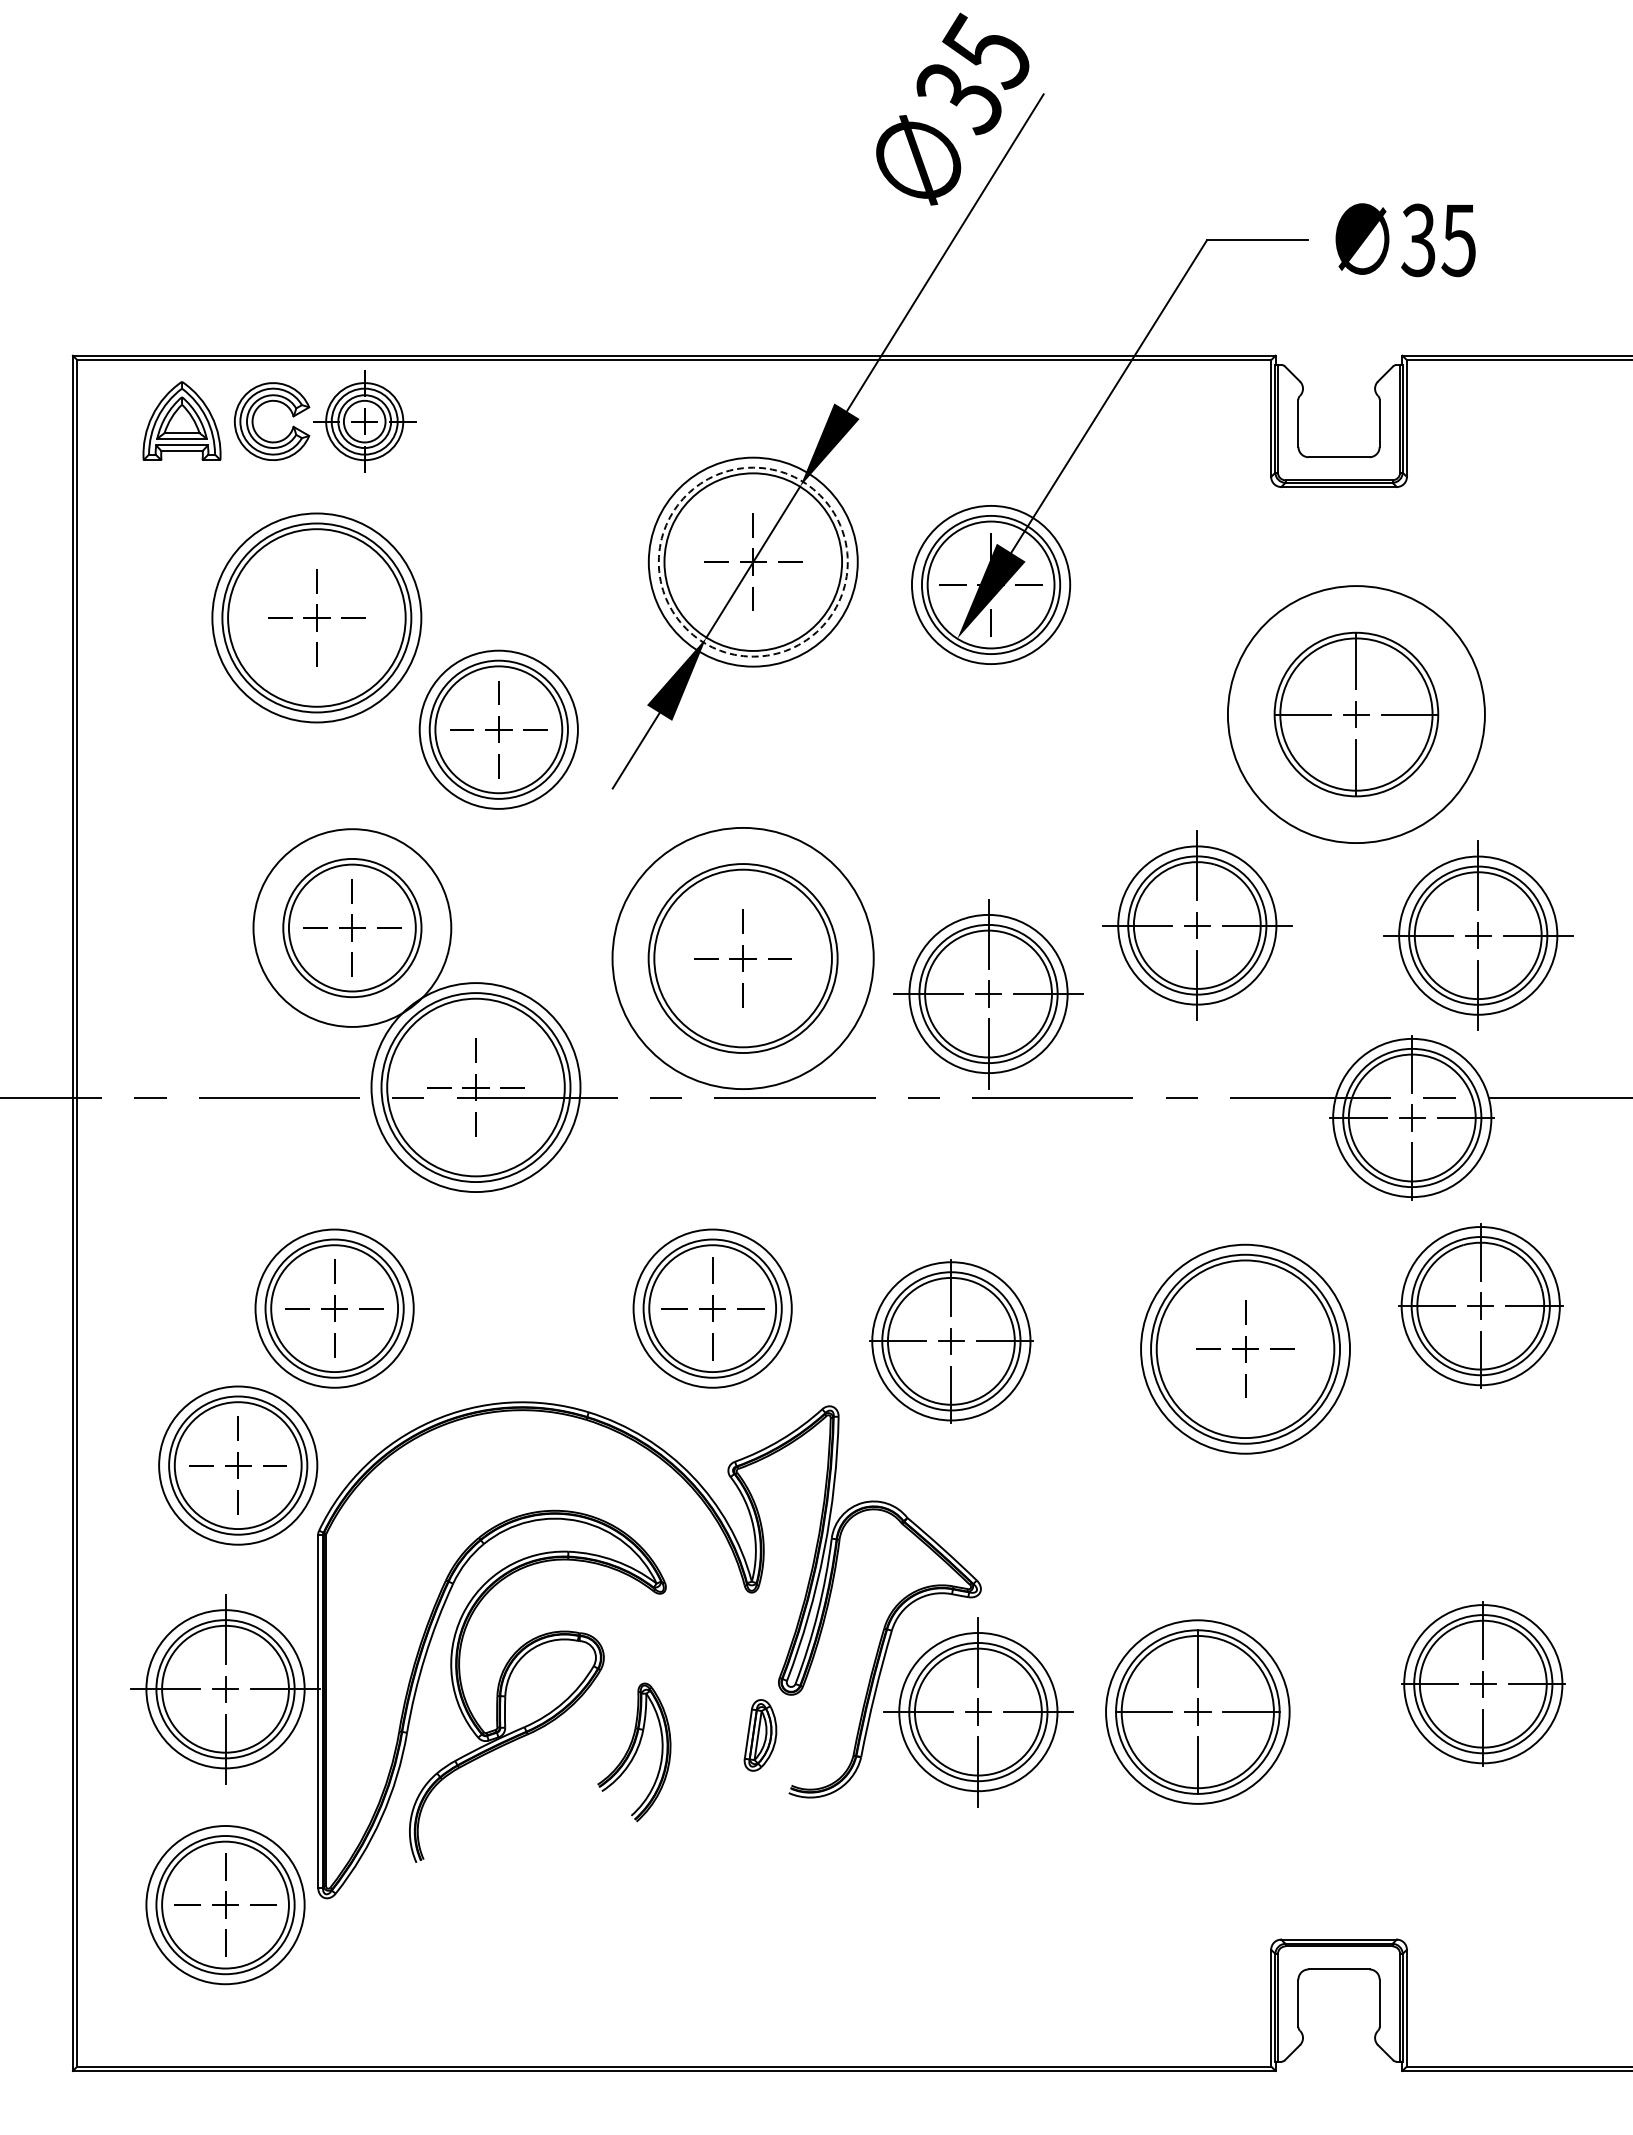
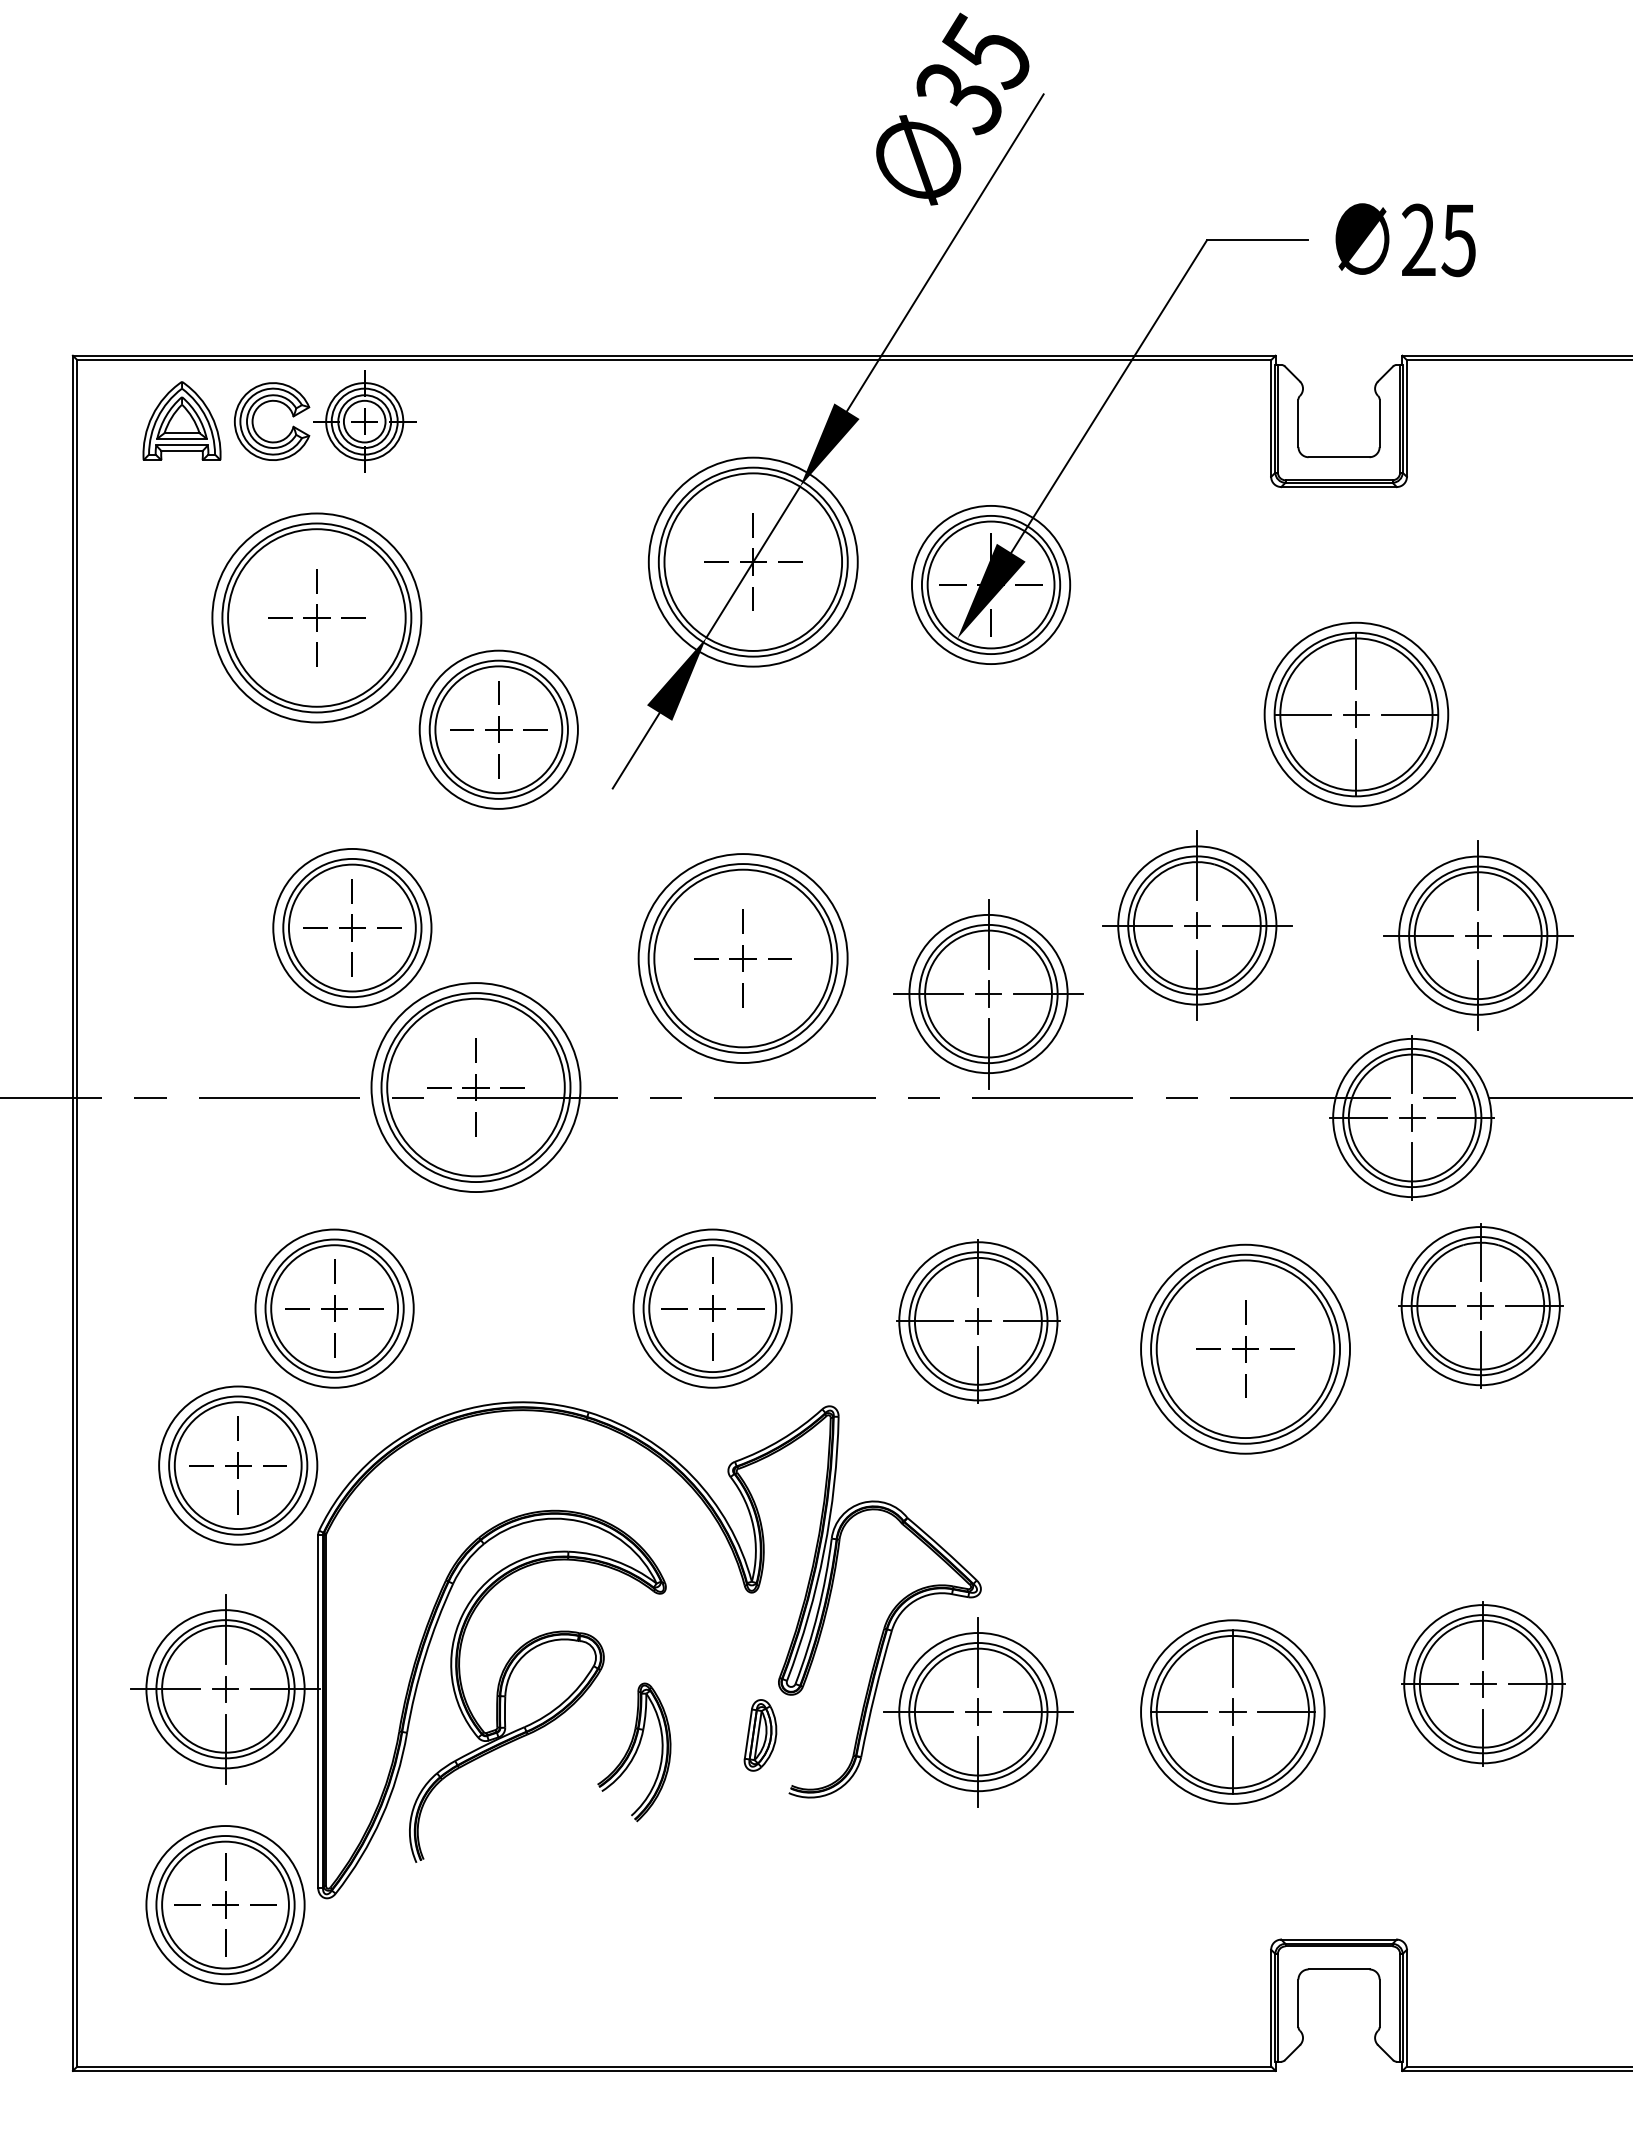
text at (1418, 240): 35 -> 25
circle at (752, 561): dashed -> solid
circle at (1355, 714) diameter: 257 px -> 184 px
circle at (352, 927) diameter: 198 px -> 158 px
circle at (742, 958) diameter: 261 px -> 209 px
part at (951, 1341) position: (951, 1341) -> (978, 1321)
part at (1197, 1711) position: (1197, 1711) -> (1232, 1711)
